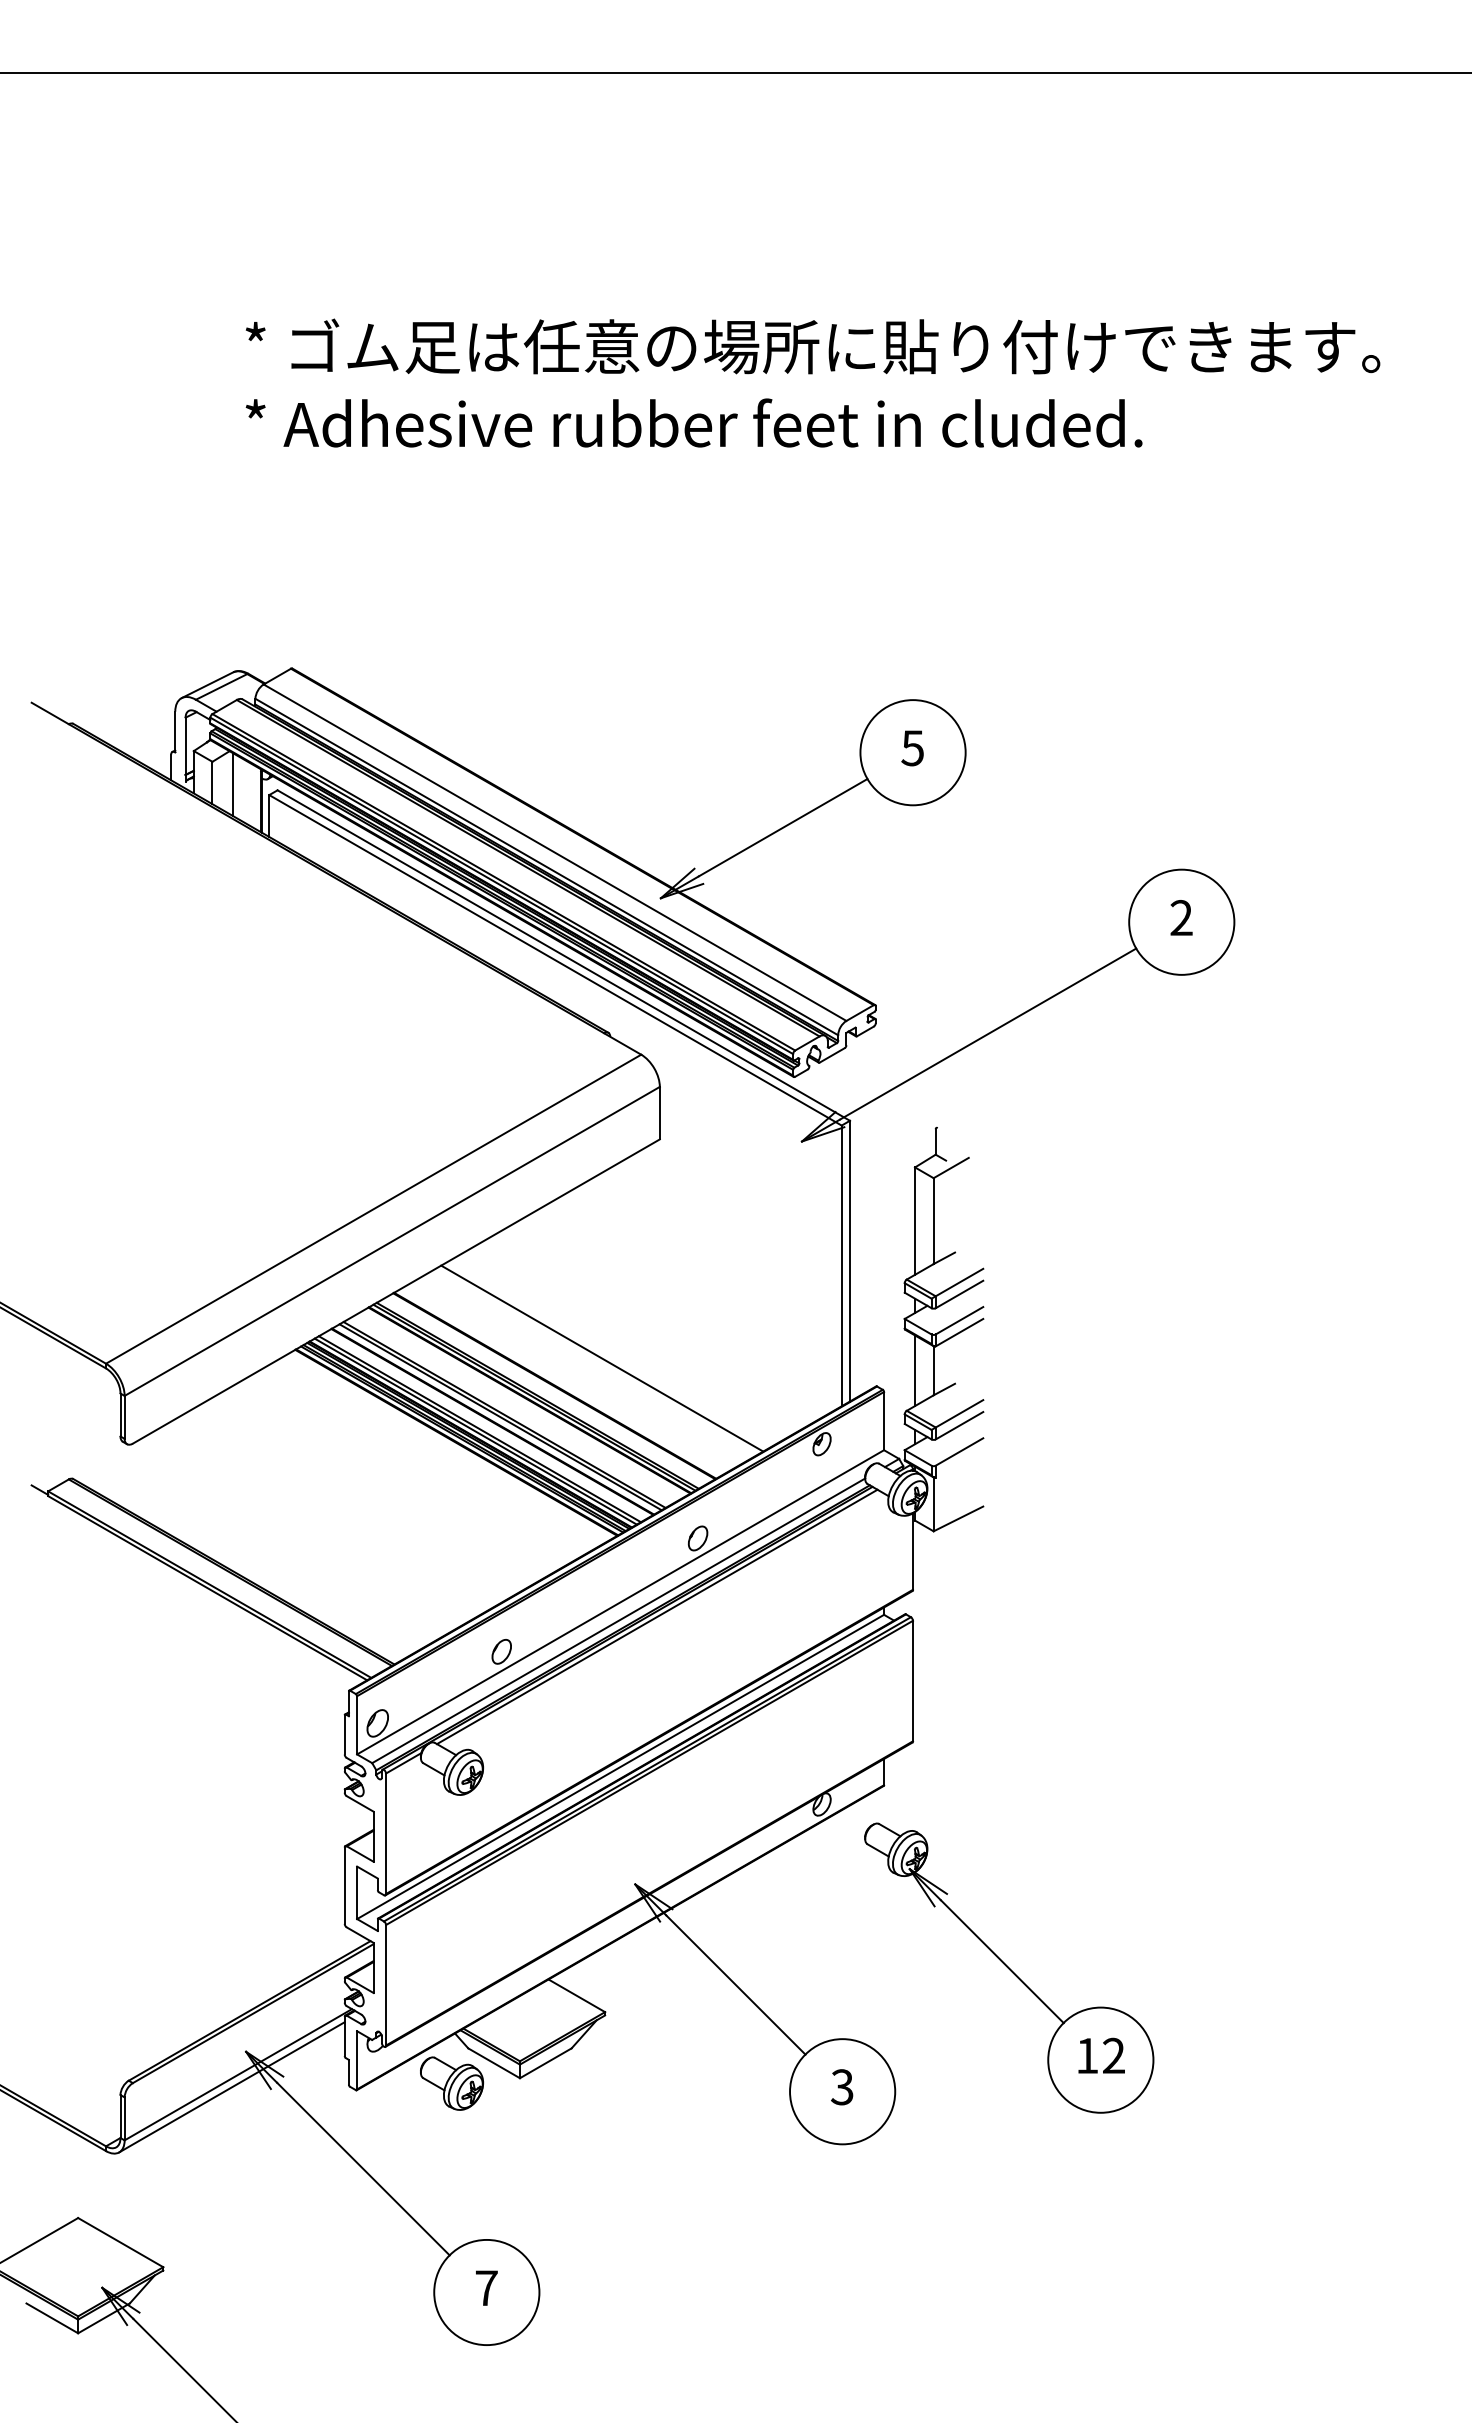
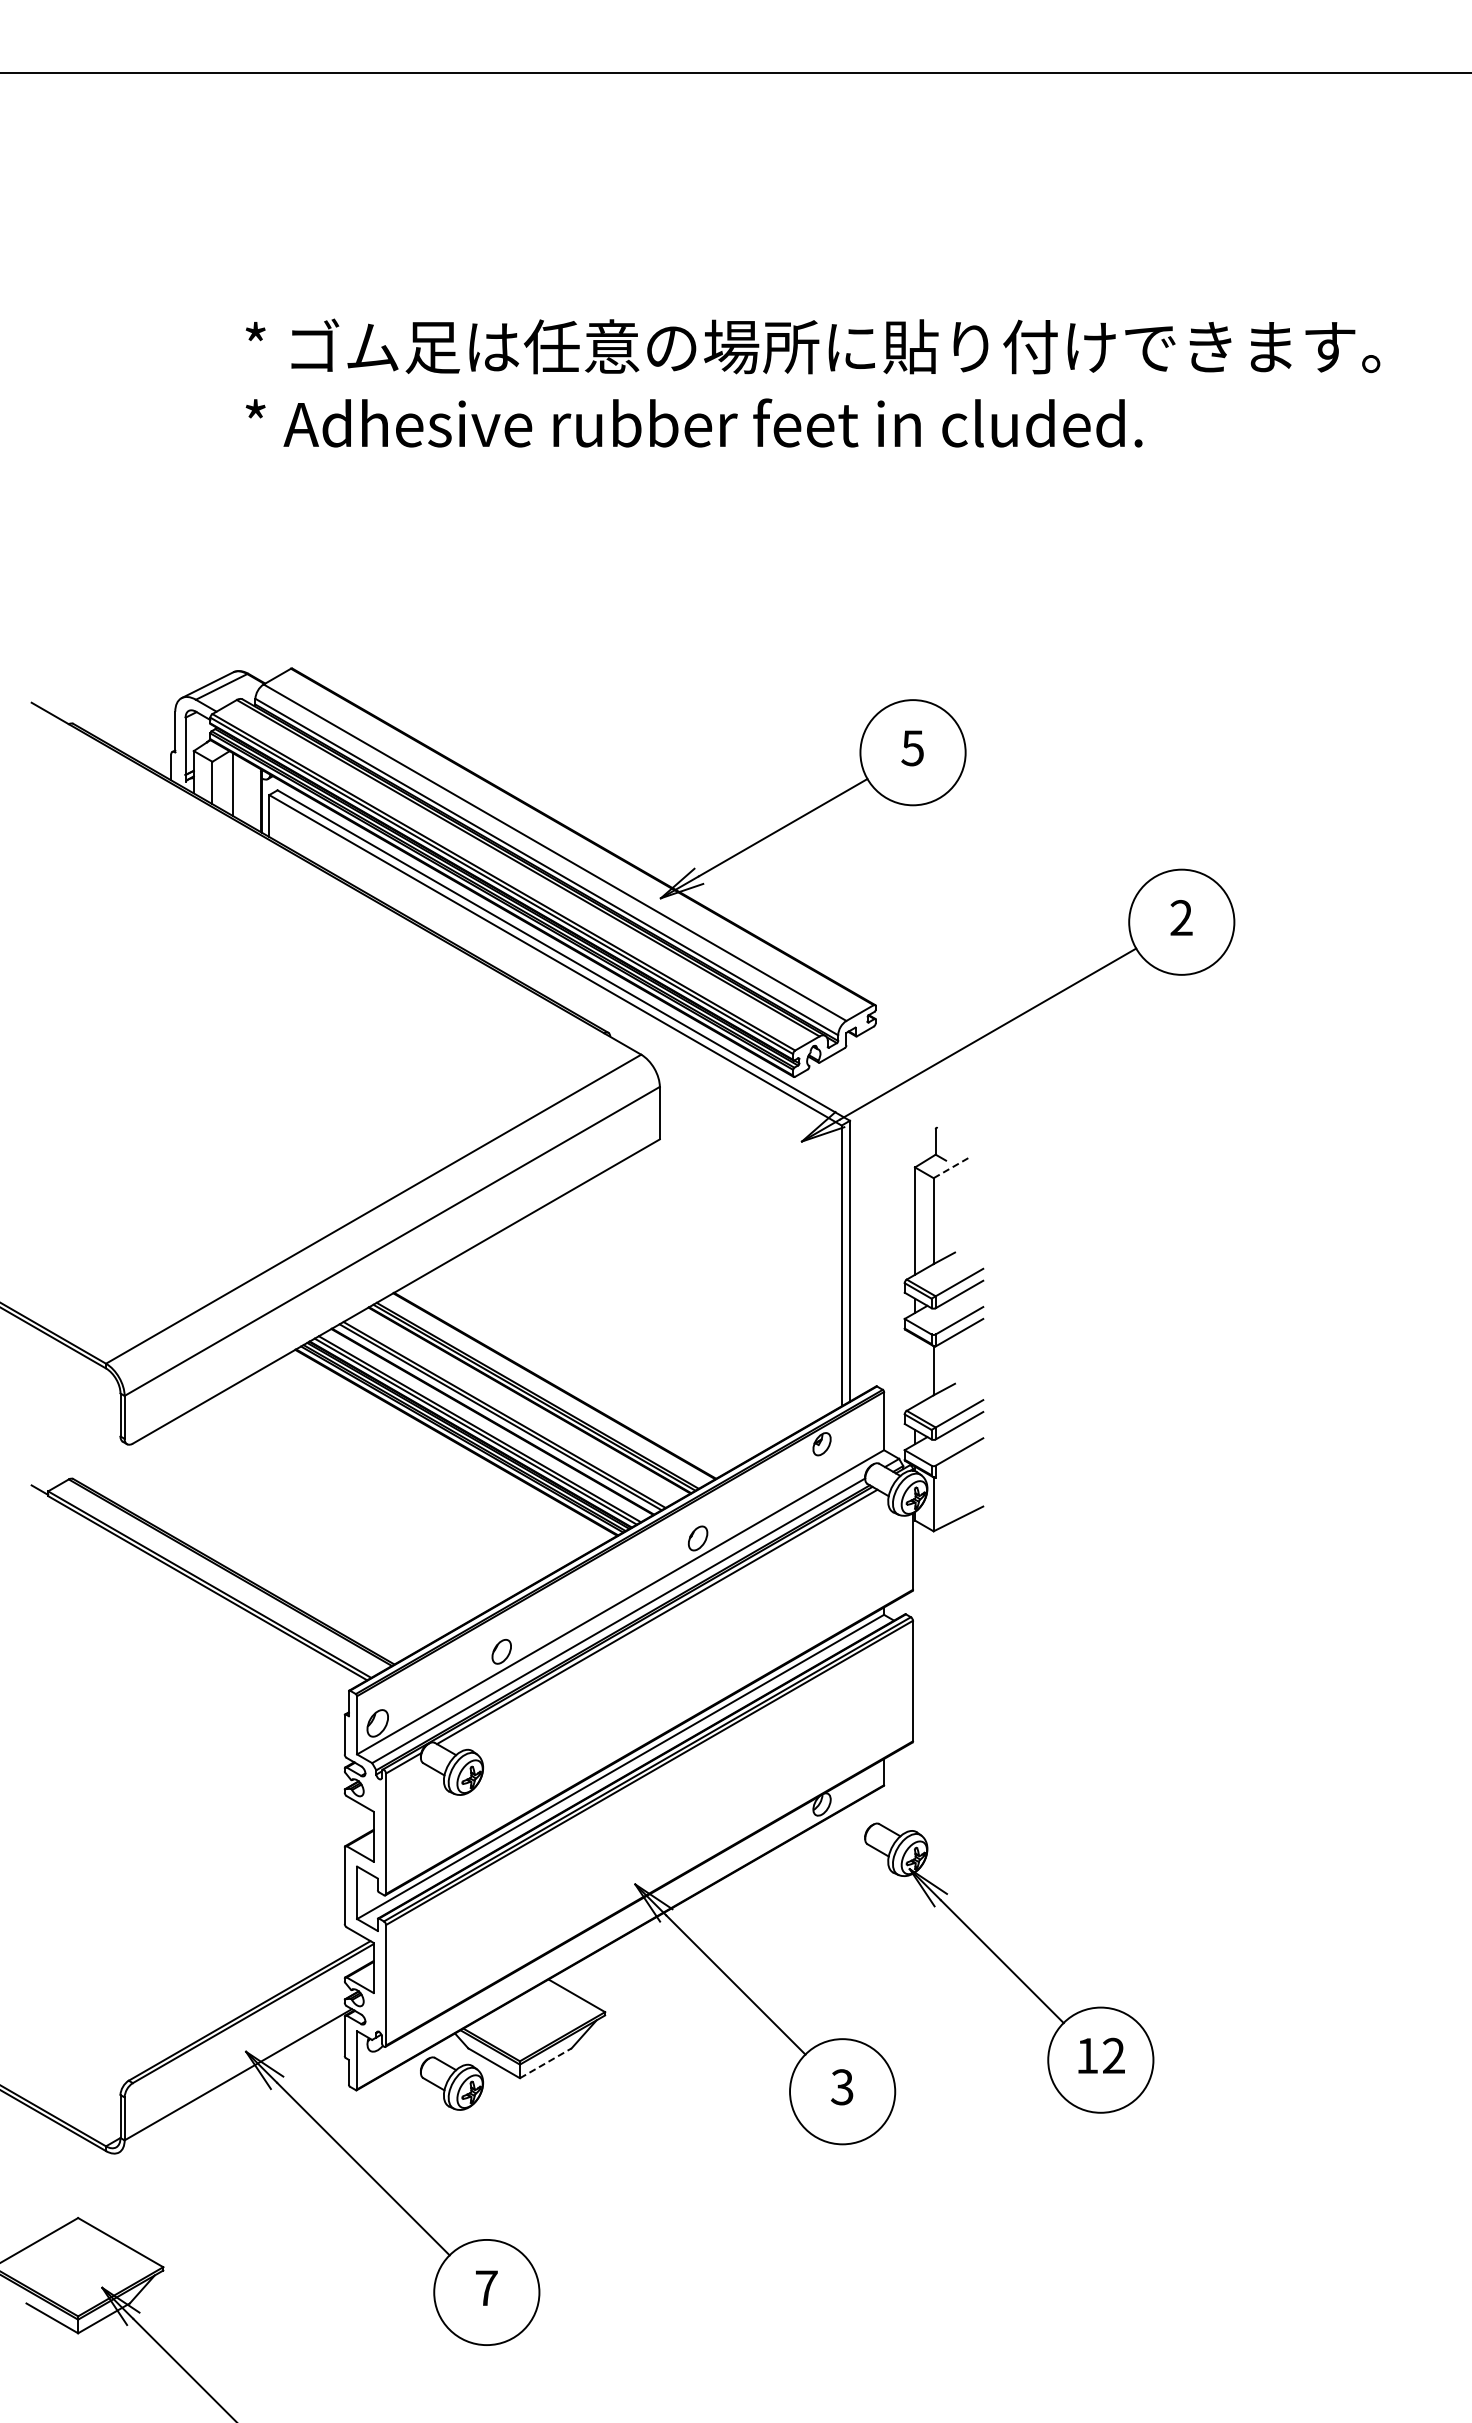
line at (951, 1167): solid -> dashed
line at (602, 1358): present -> none
line at (915, 1370): present -> none
line at (545, 2063): solid -> dashed
line at (231, 2087): present -> none
